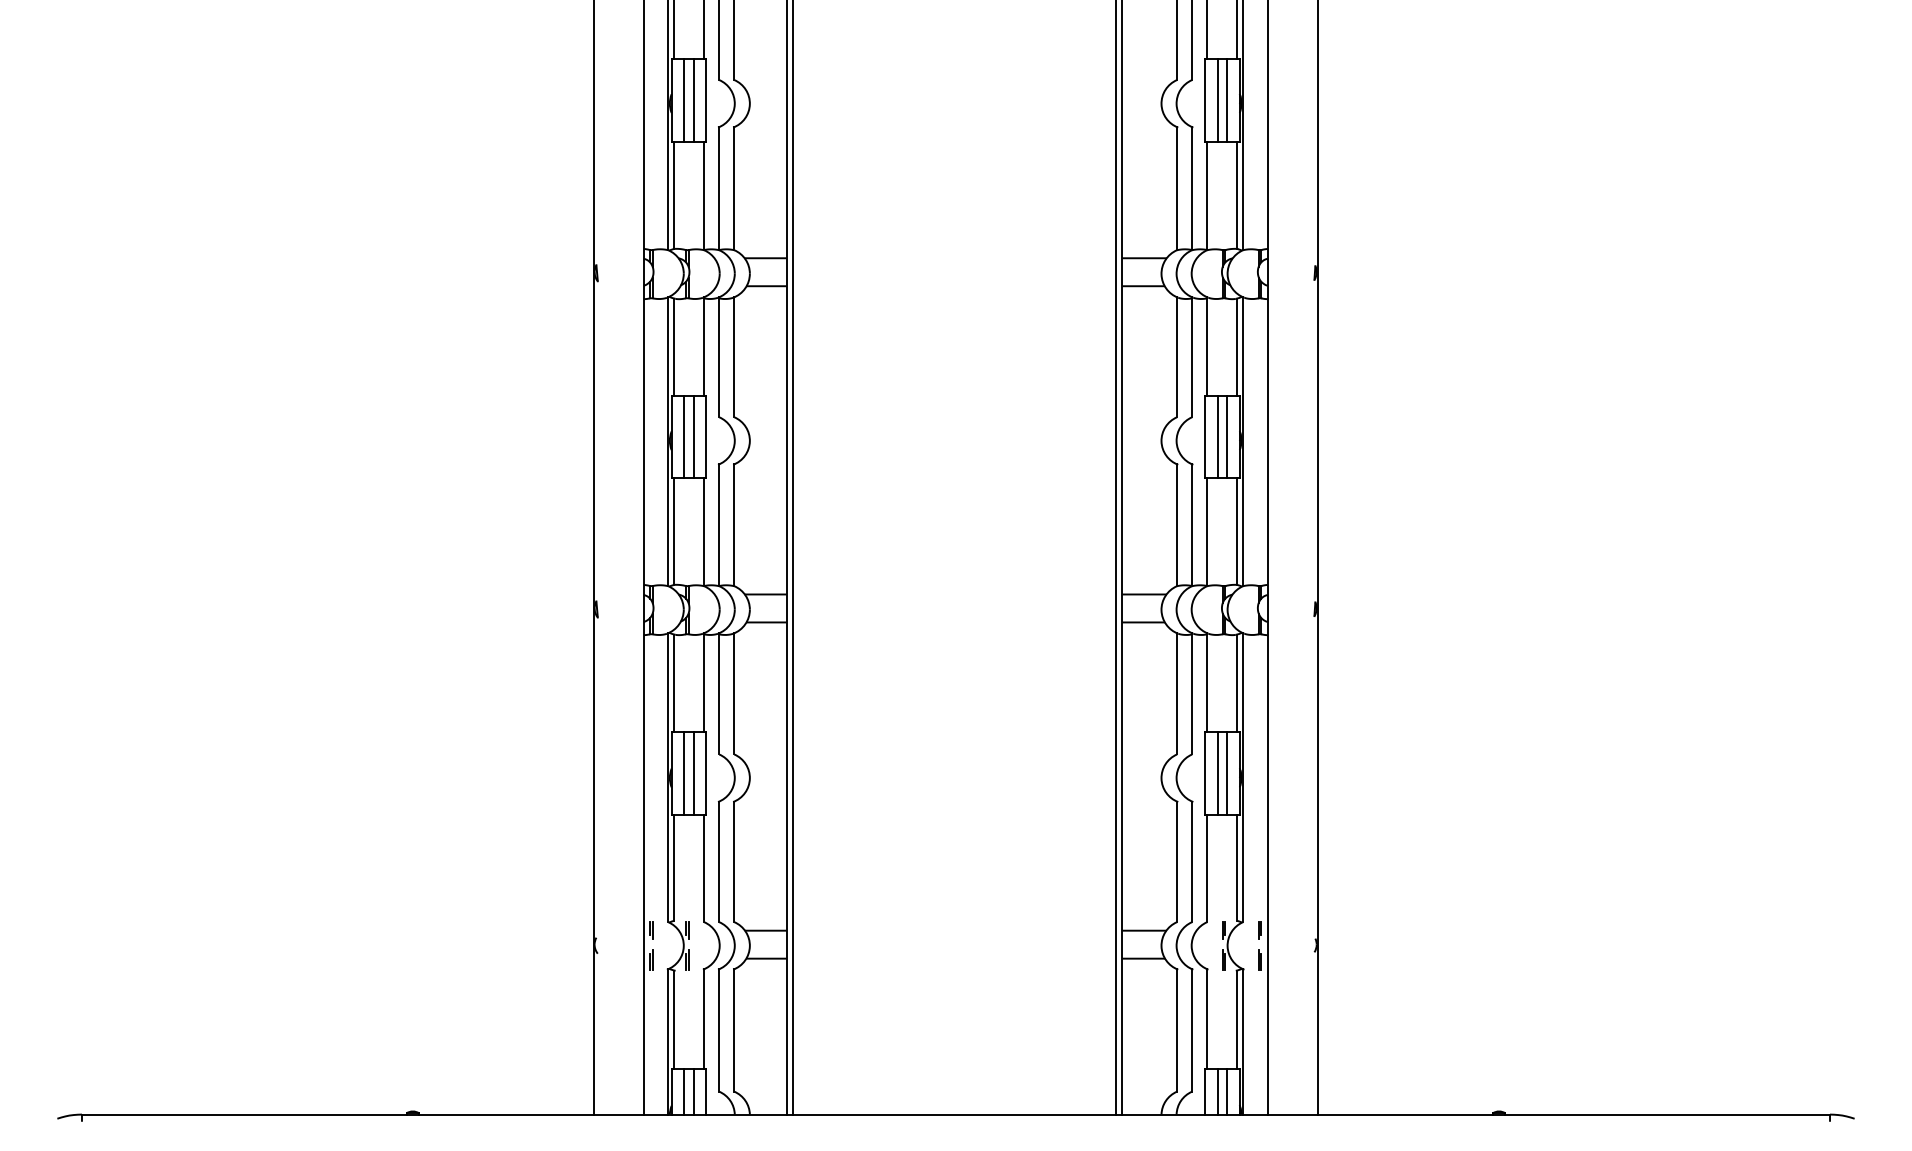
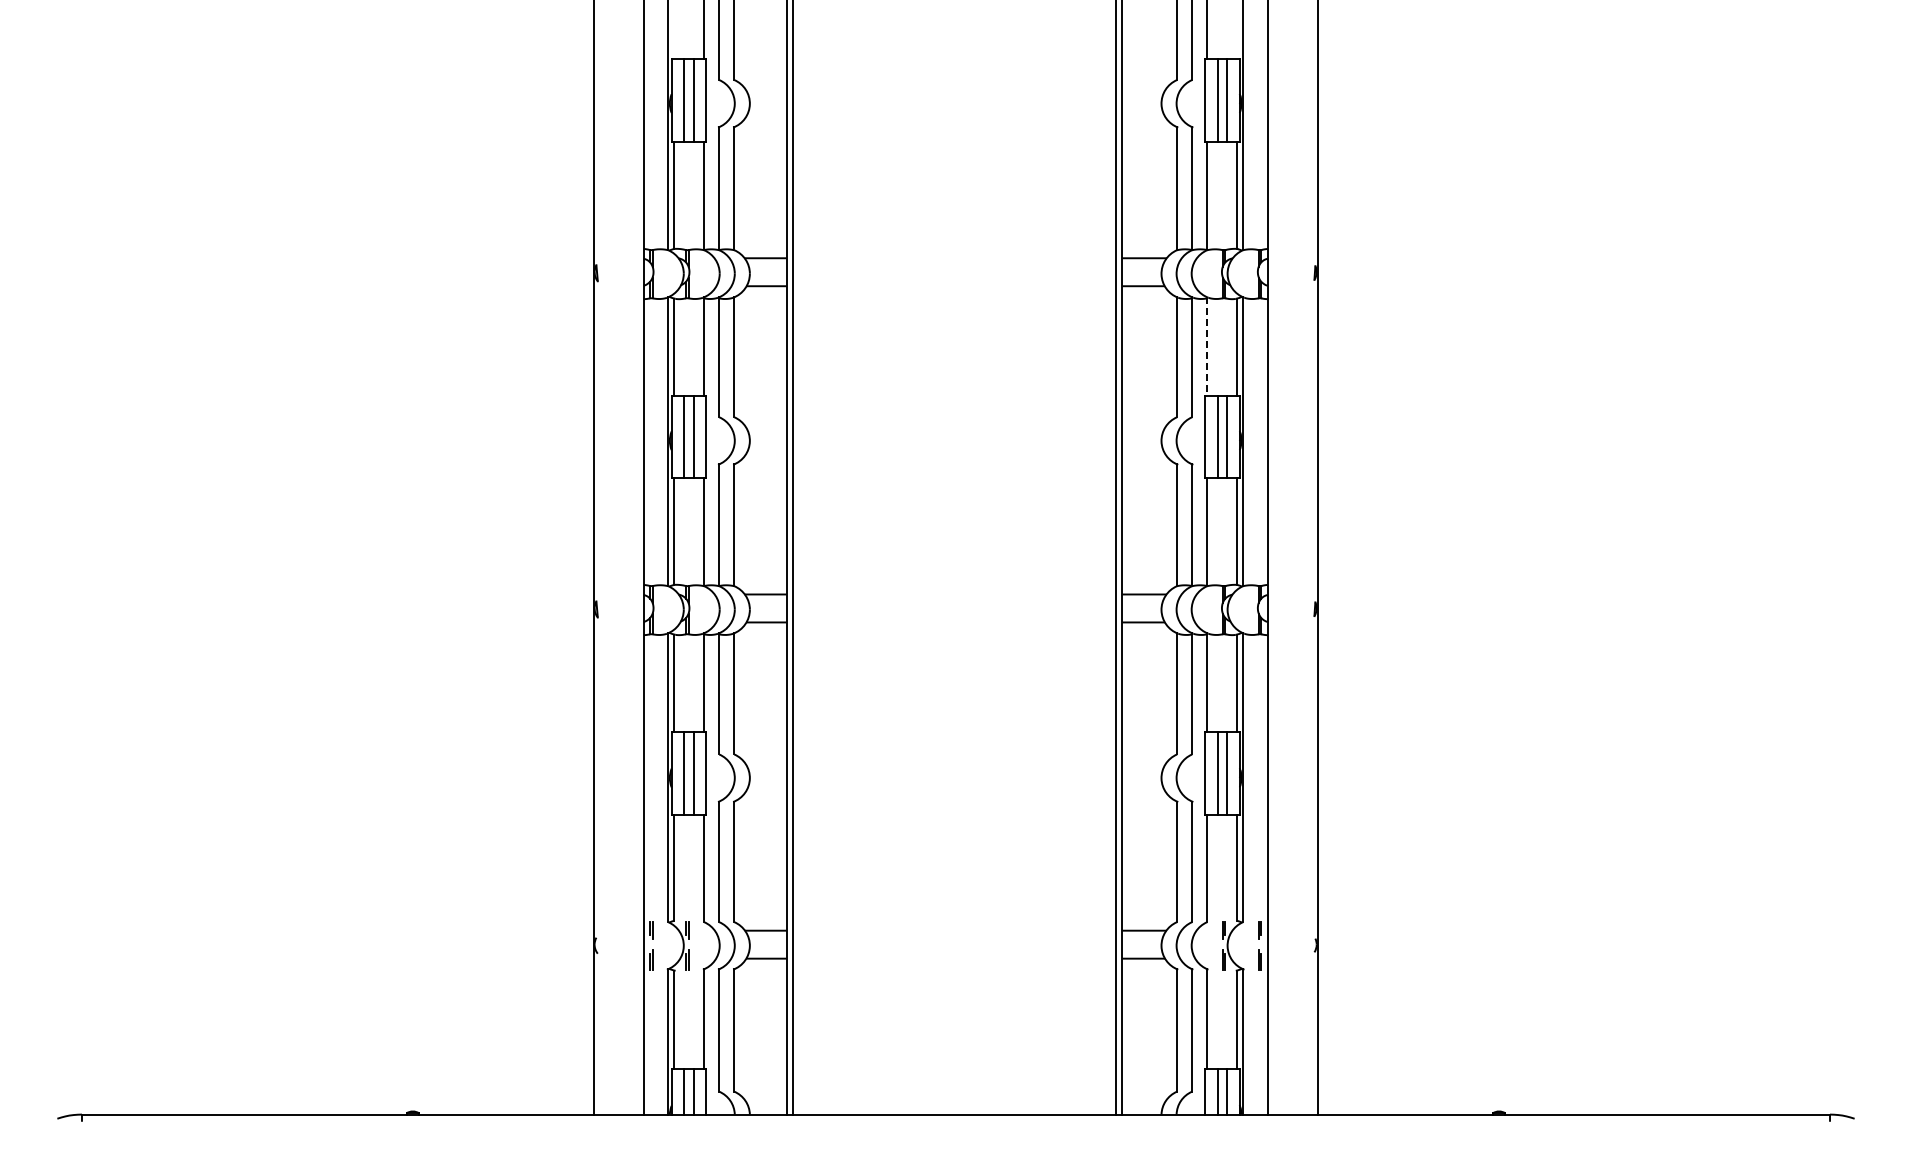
line at (674, 30): present -> none
line at (1237, 30): present -> none
line at (1207, 346): solid -> dashed
